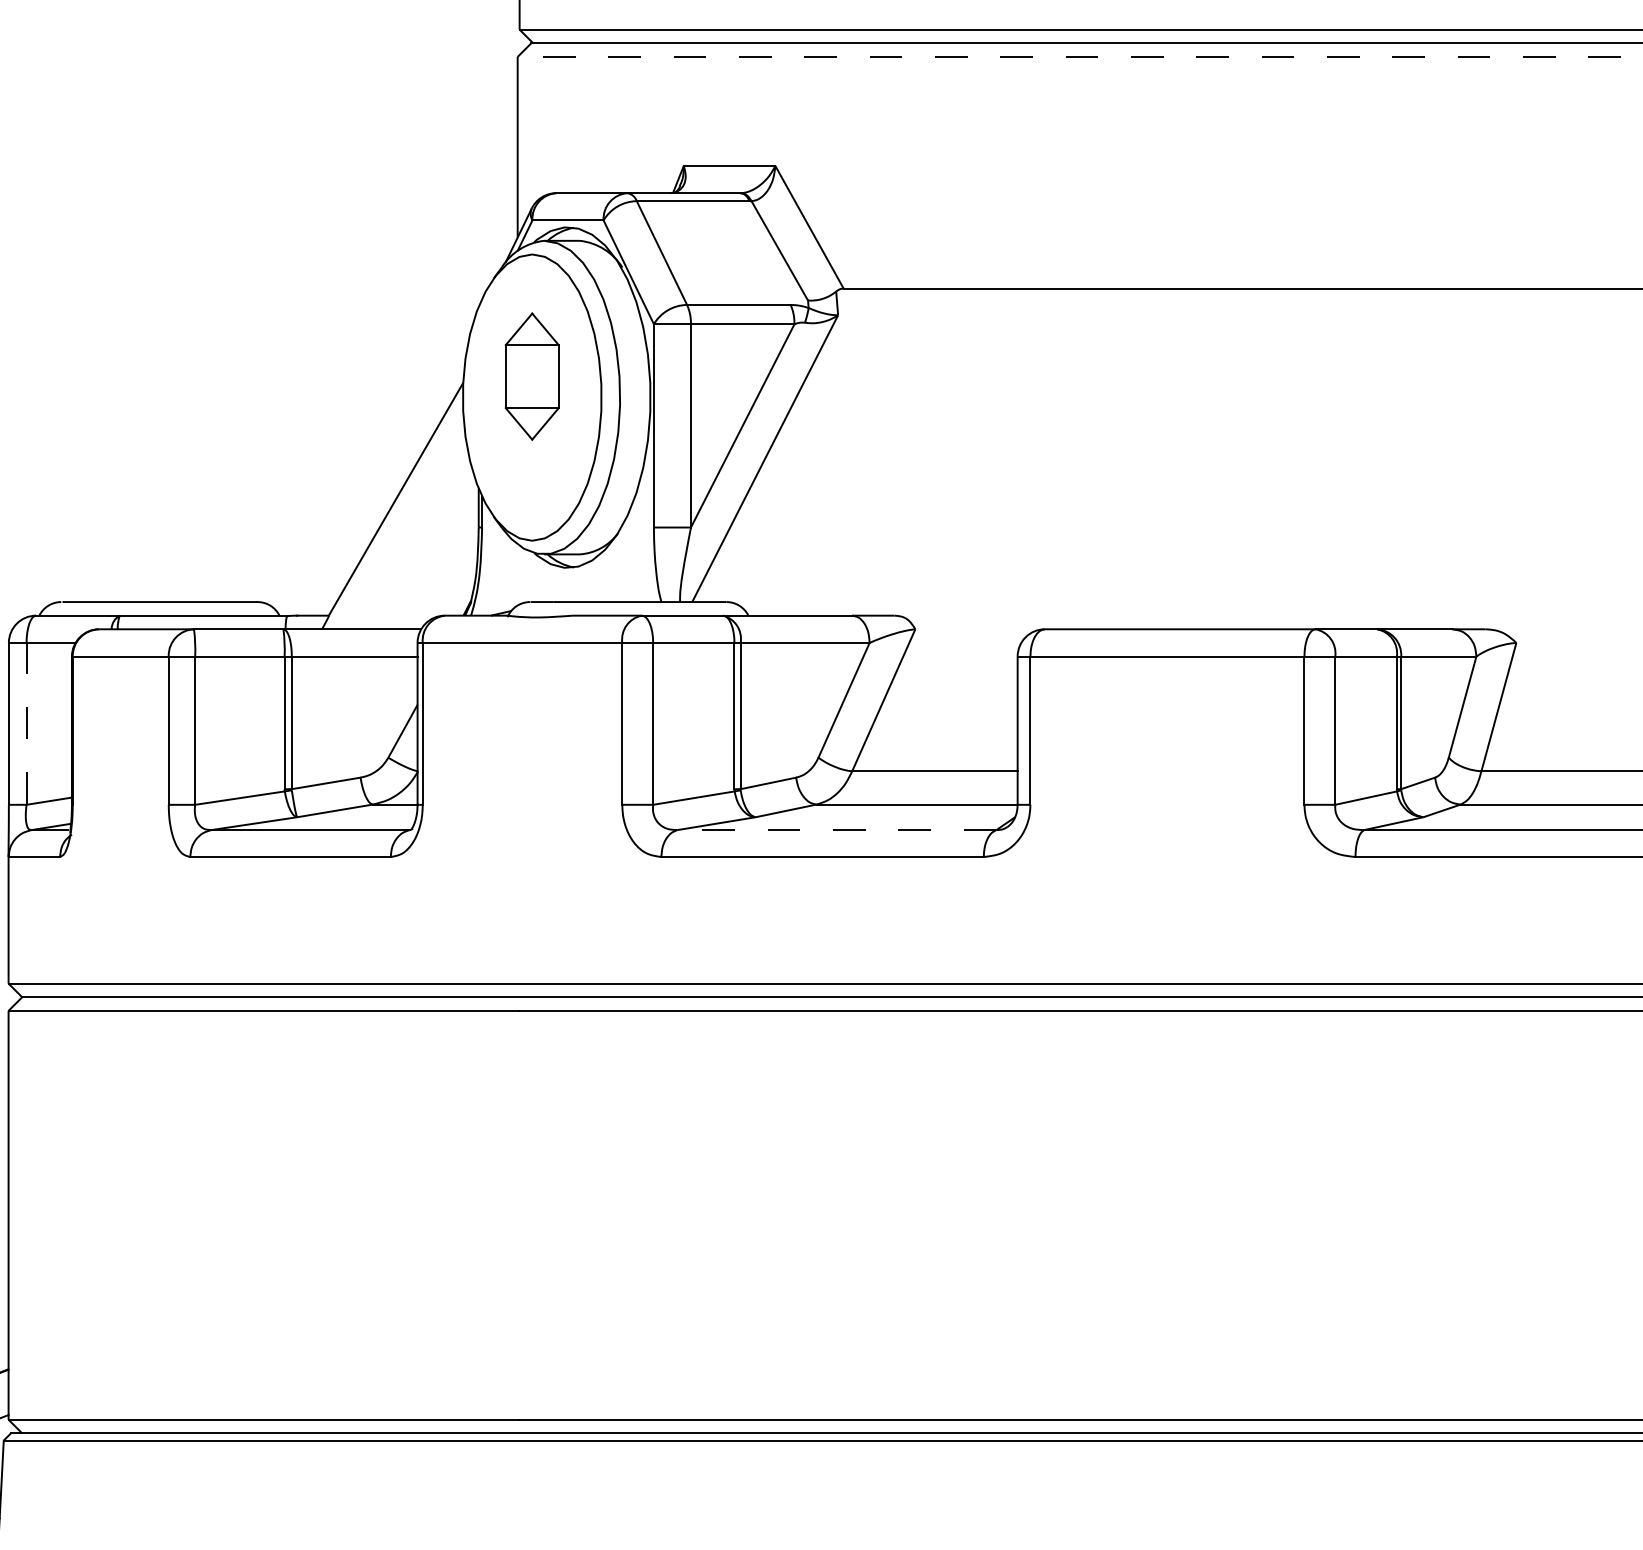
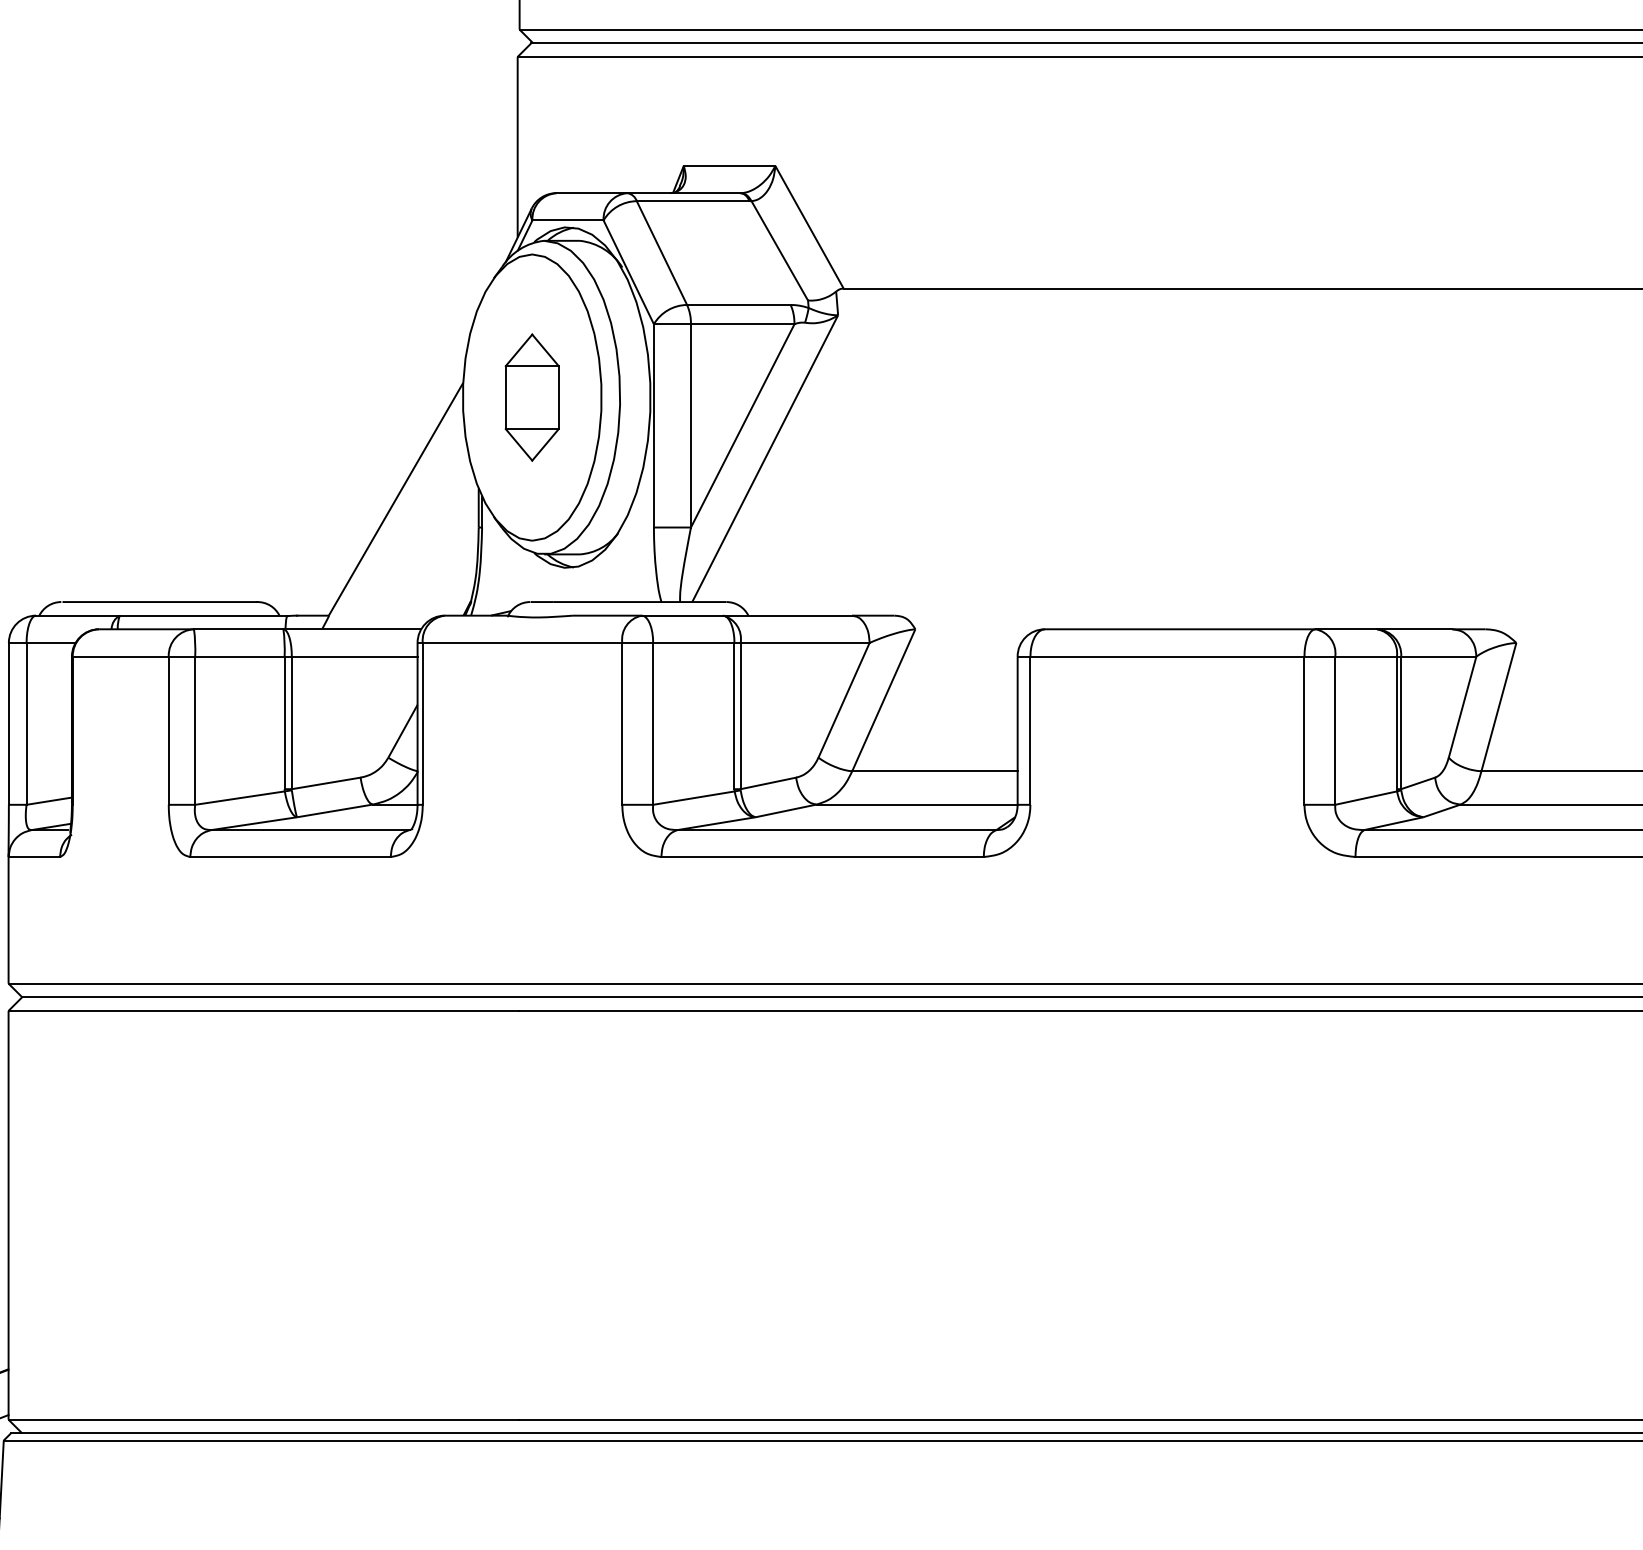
line at (1079, 56): dashed -> solid
part at (531, 376) position: (531, 376) -> (531, 397)
line at (26, 723): dashed -> solid
line at (836, 830): dashed -> solid
